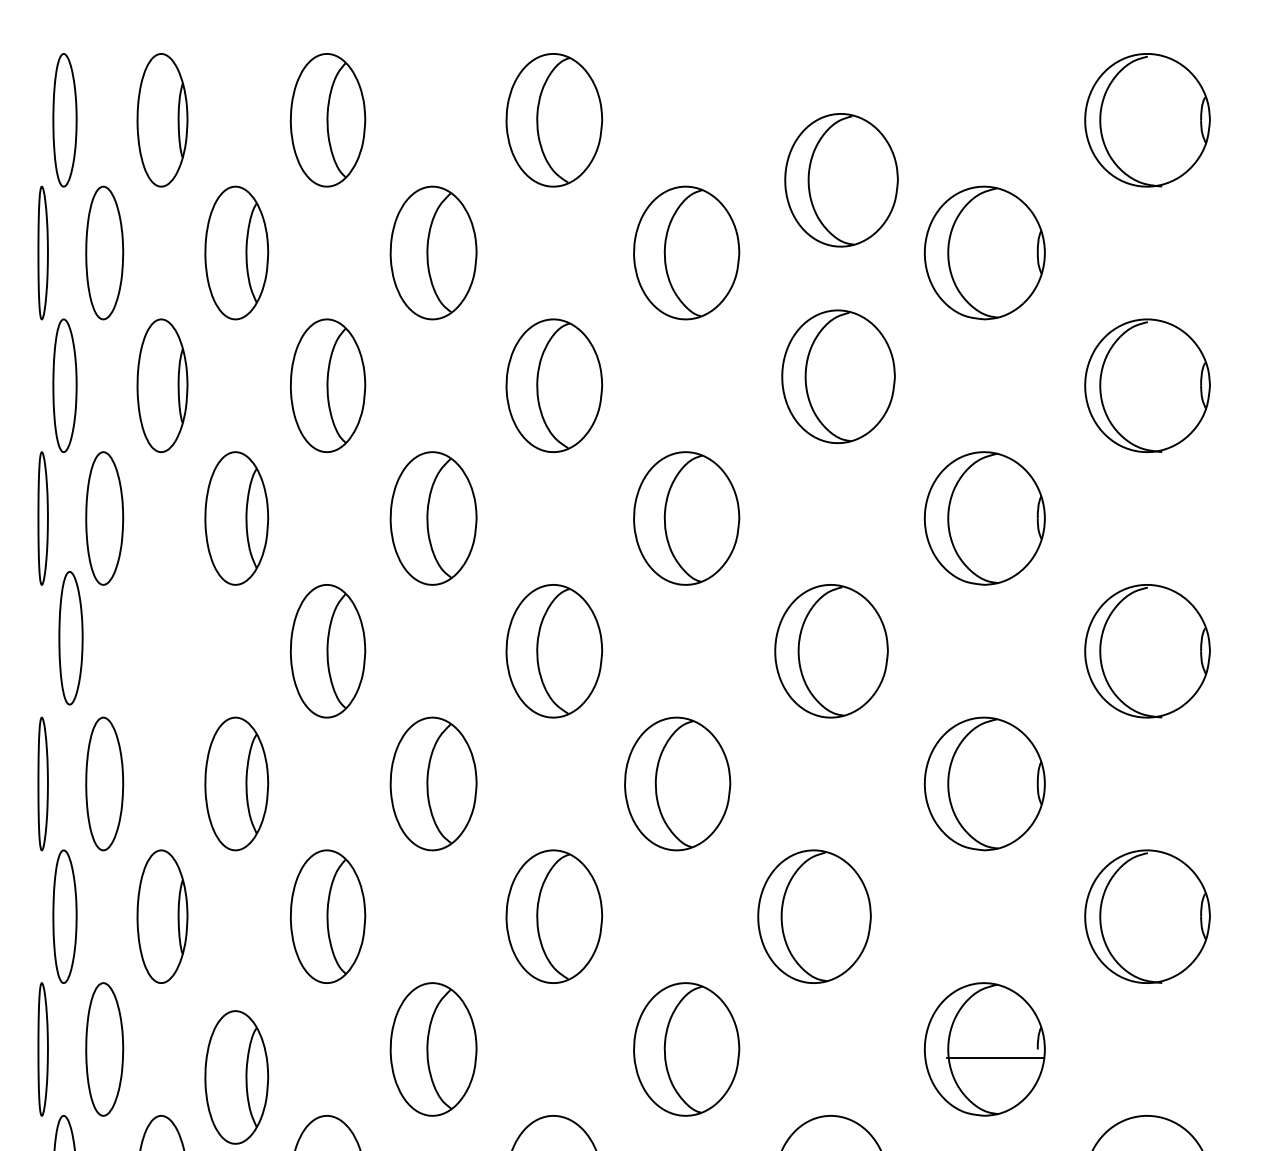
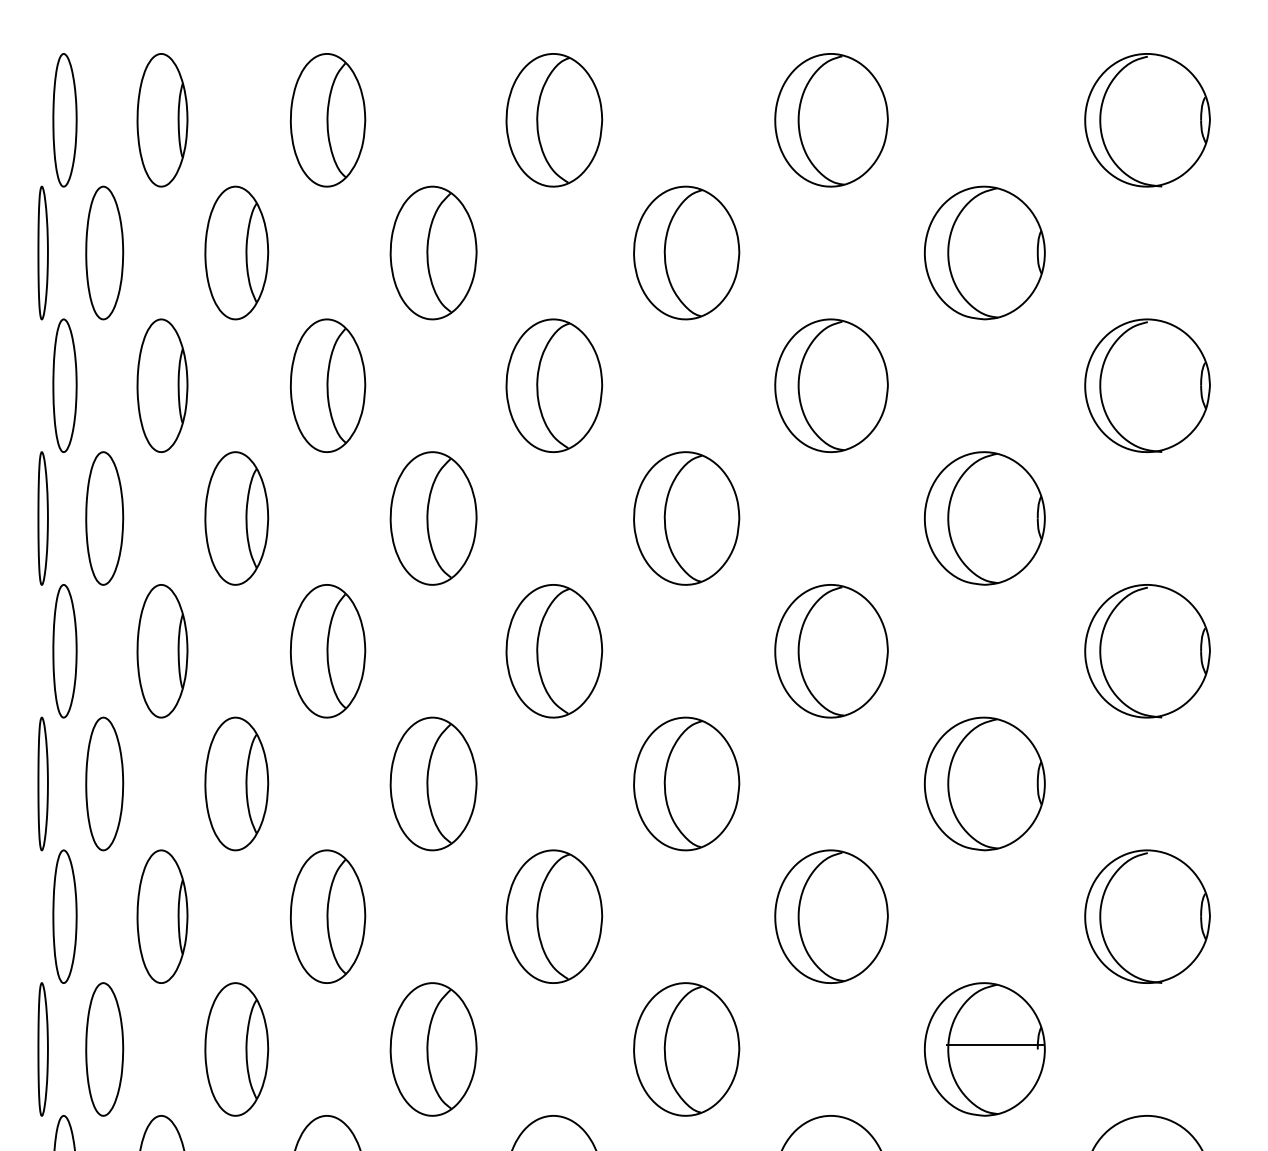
part at (841, 180) position: (841, 180) -> (831, 120)
part at (838, 376) position: (838, 376) -> (831, 385)
part at (70, 638) position: (70, 638) -> (64, 651)
part at (162, 651): none -> present
part at (677, 783) position: (677, 783) -> (686, 783)
part at (814, 916) position: (814, 916) -> (831, 916)
line at (994, 1058) position: (994, 1058) -> (994, 1045)
part at (236, 1077) position: (236, 1077) -> (236, 1049)
